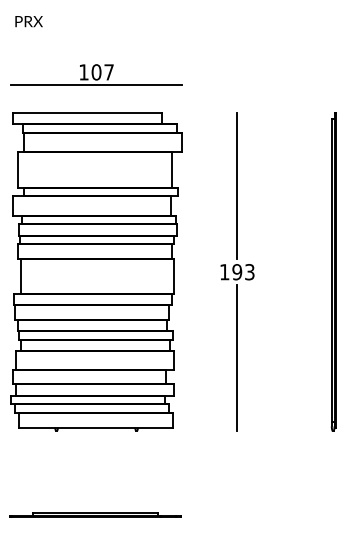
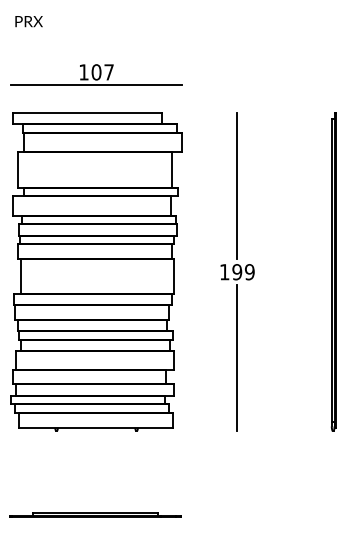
text at (249, 272): 193 -> 199
